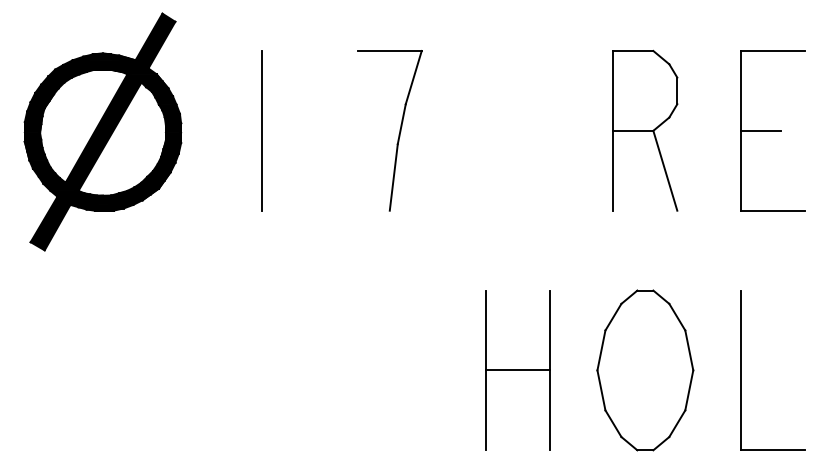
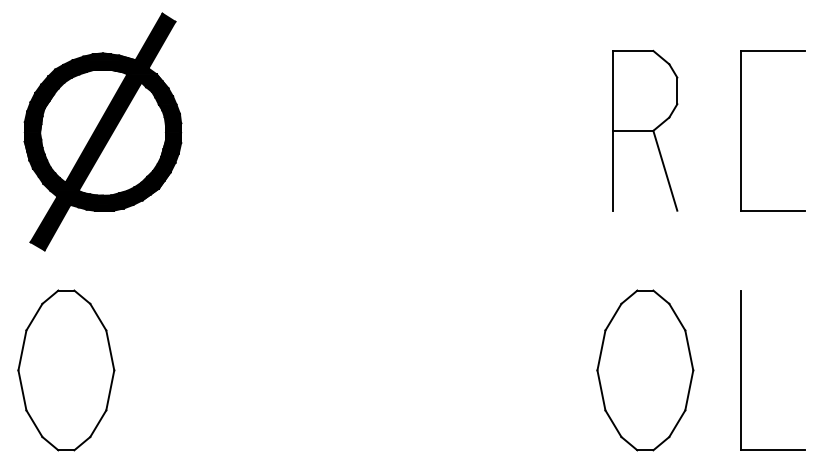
line at (262, 130): present -> none
line at (761, 130): present -> none
part at (398, 134): present -> none
part at (66, 370): none -> present
part at (517, 370): present -> none
